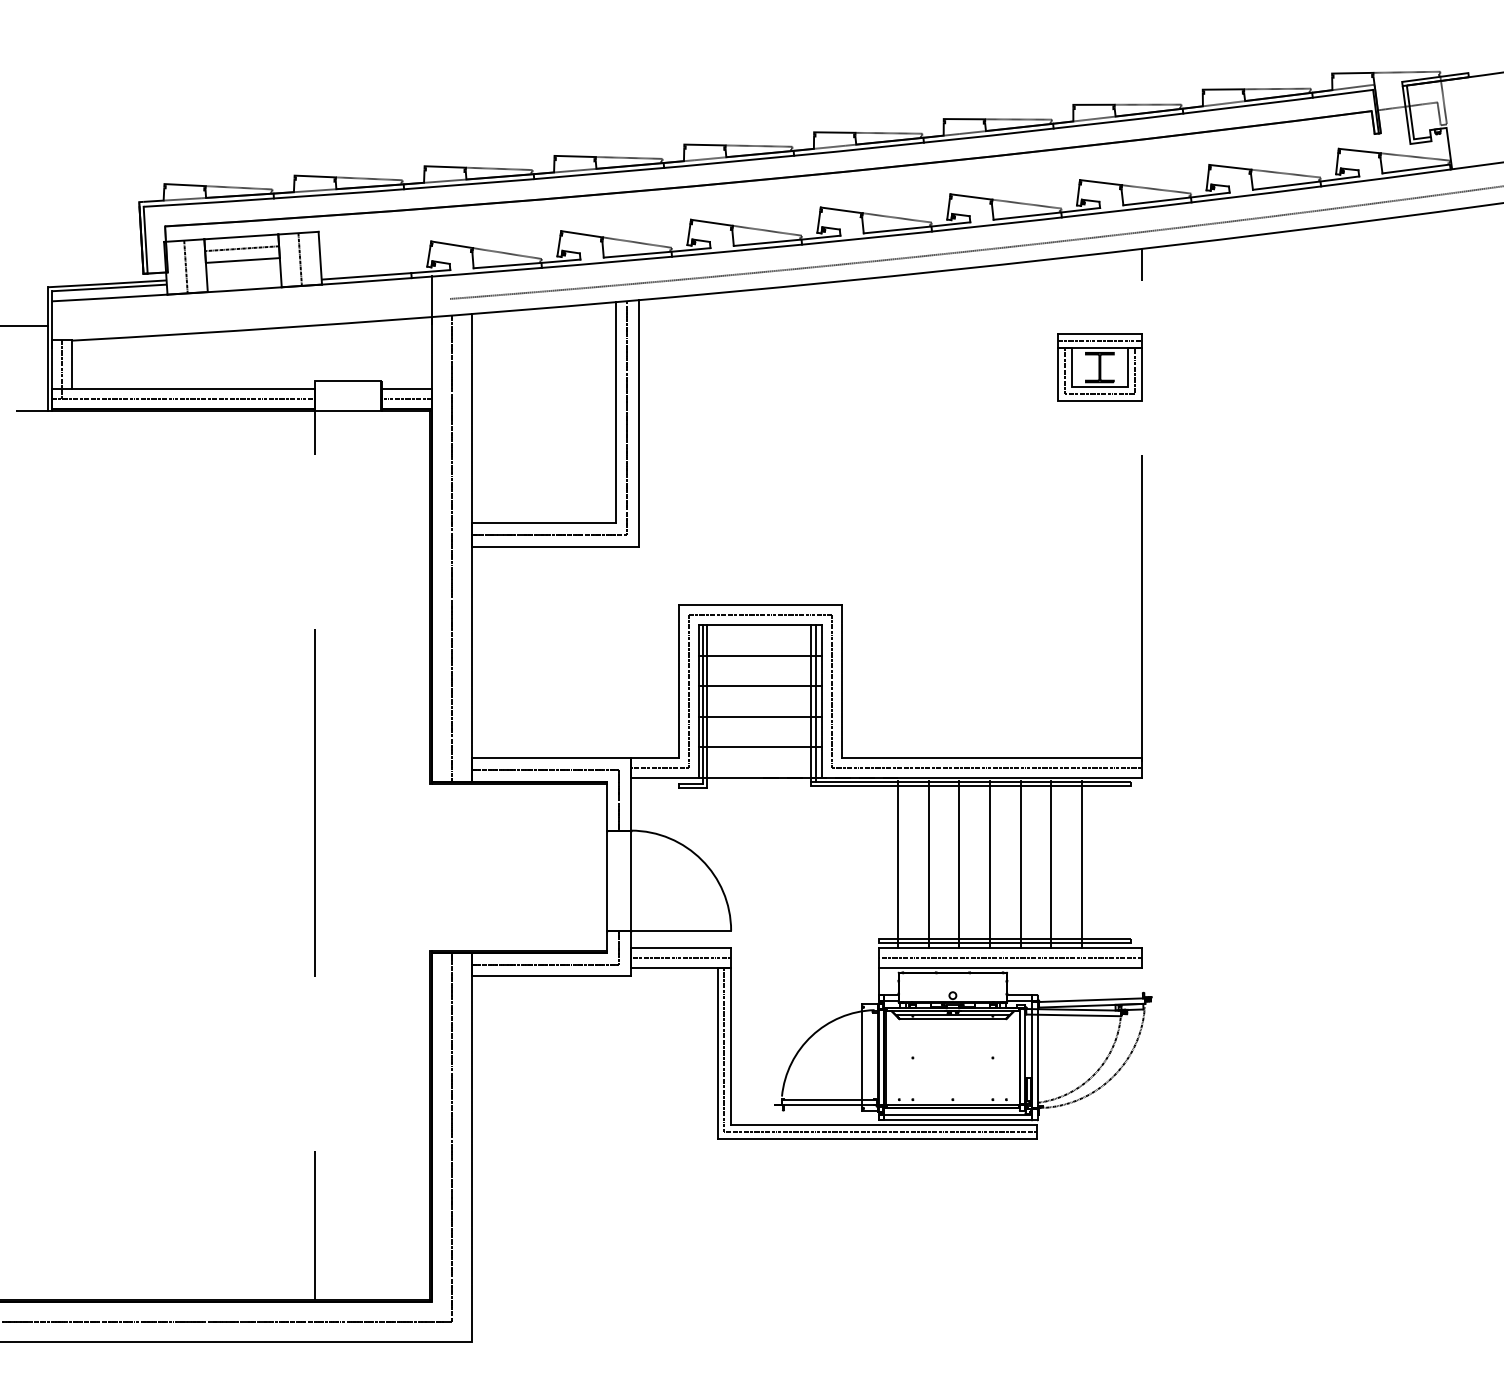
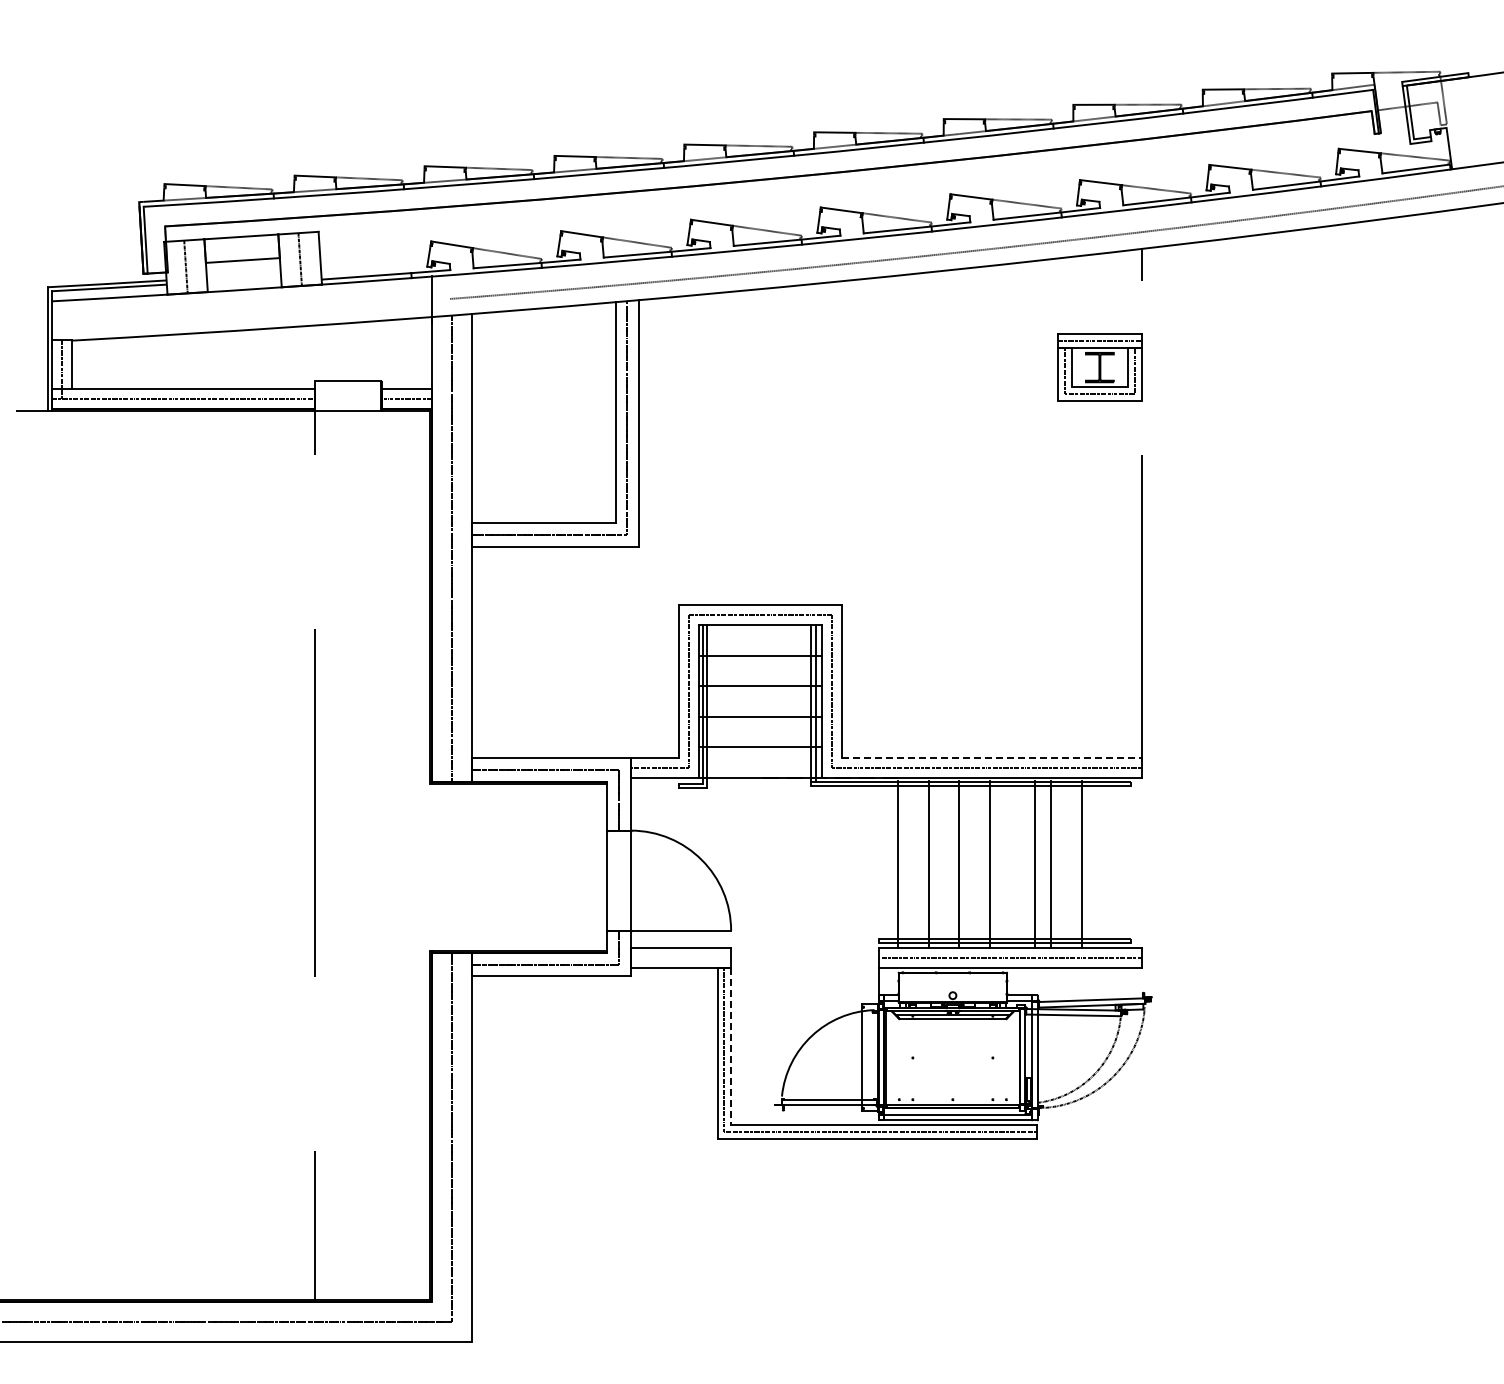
line at (242, 248): present -> none
line at (24, 325): present -> none
line at (991, 757): solid -> dashed
line at (1020, 863) position: (1020, 863) -> (1034, 863)
line at (680, 957): present -> none
line at (731, 1046): solid -> dashed
